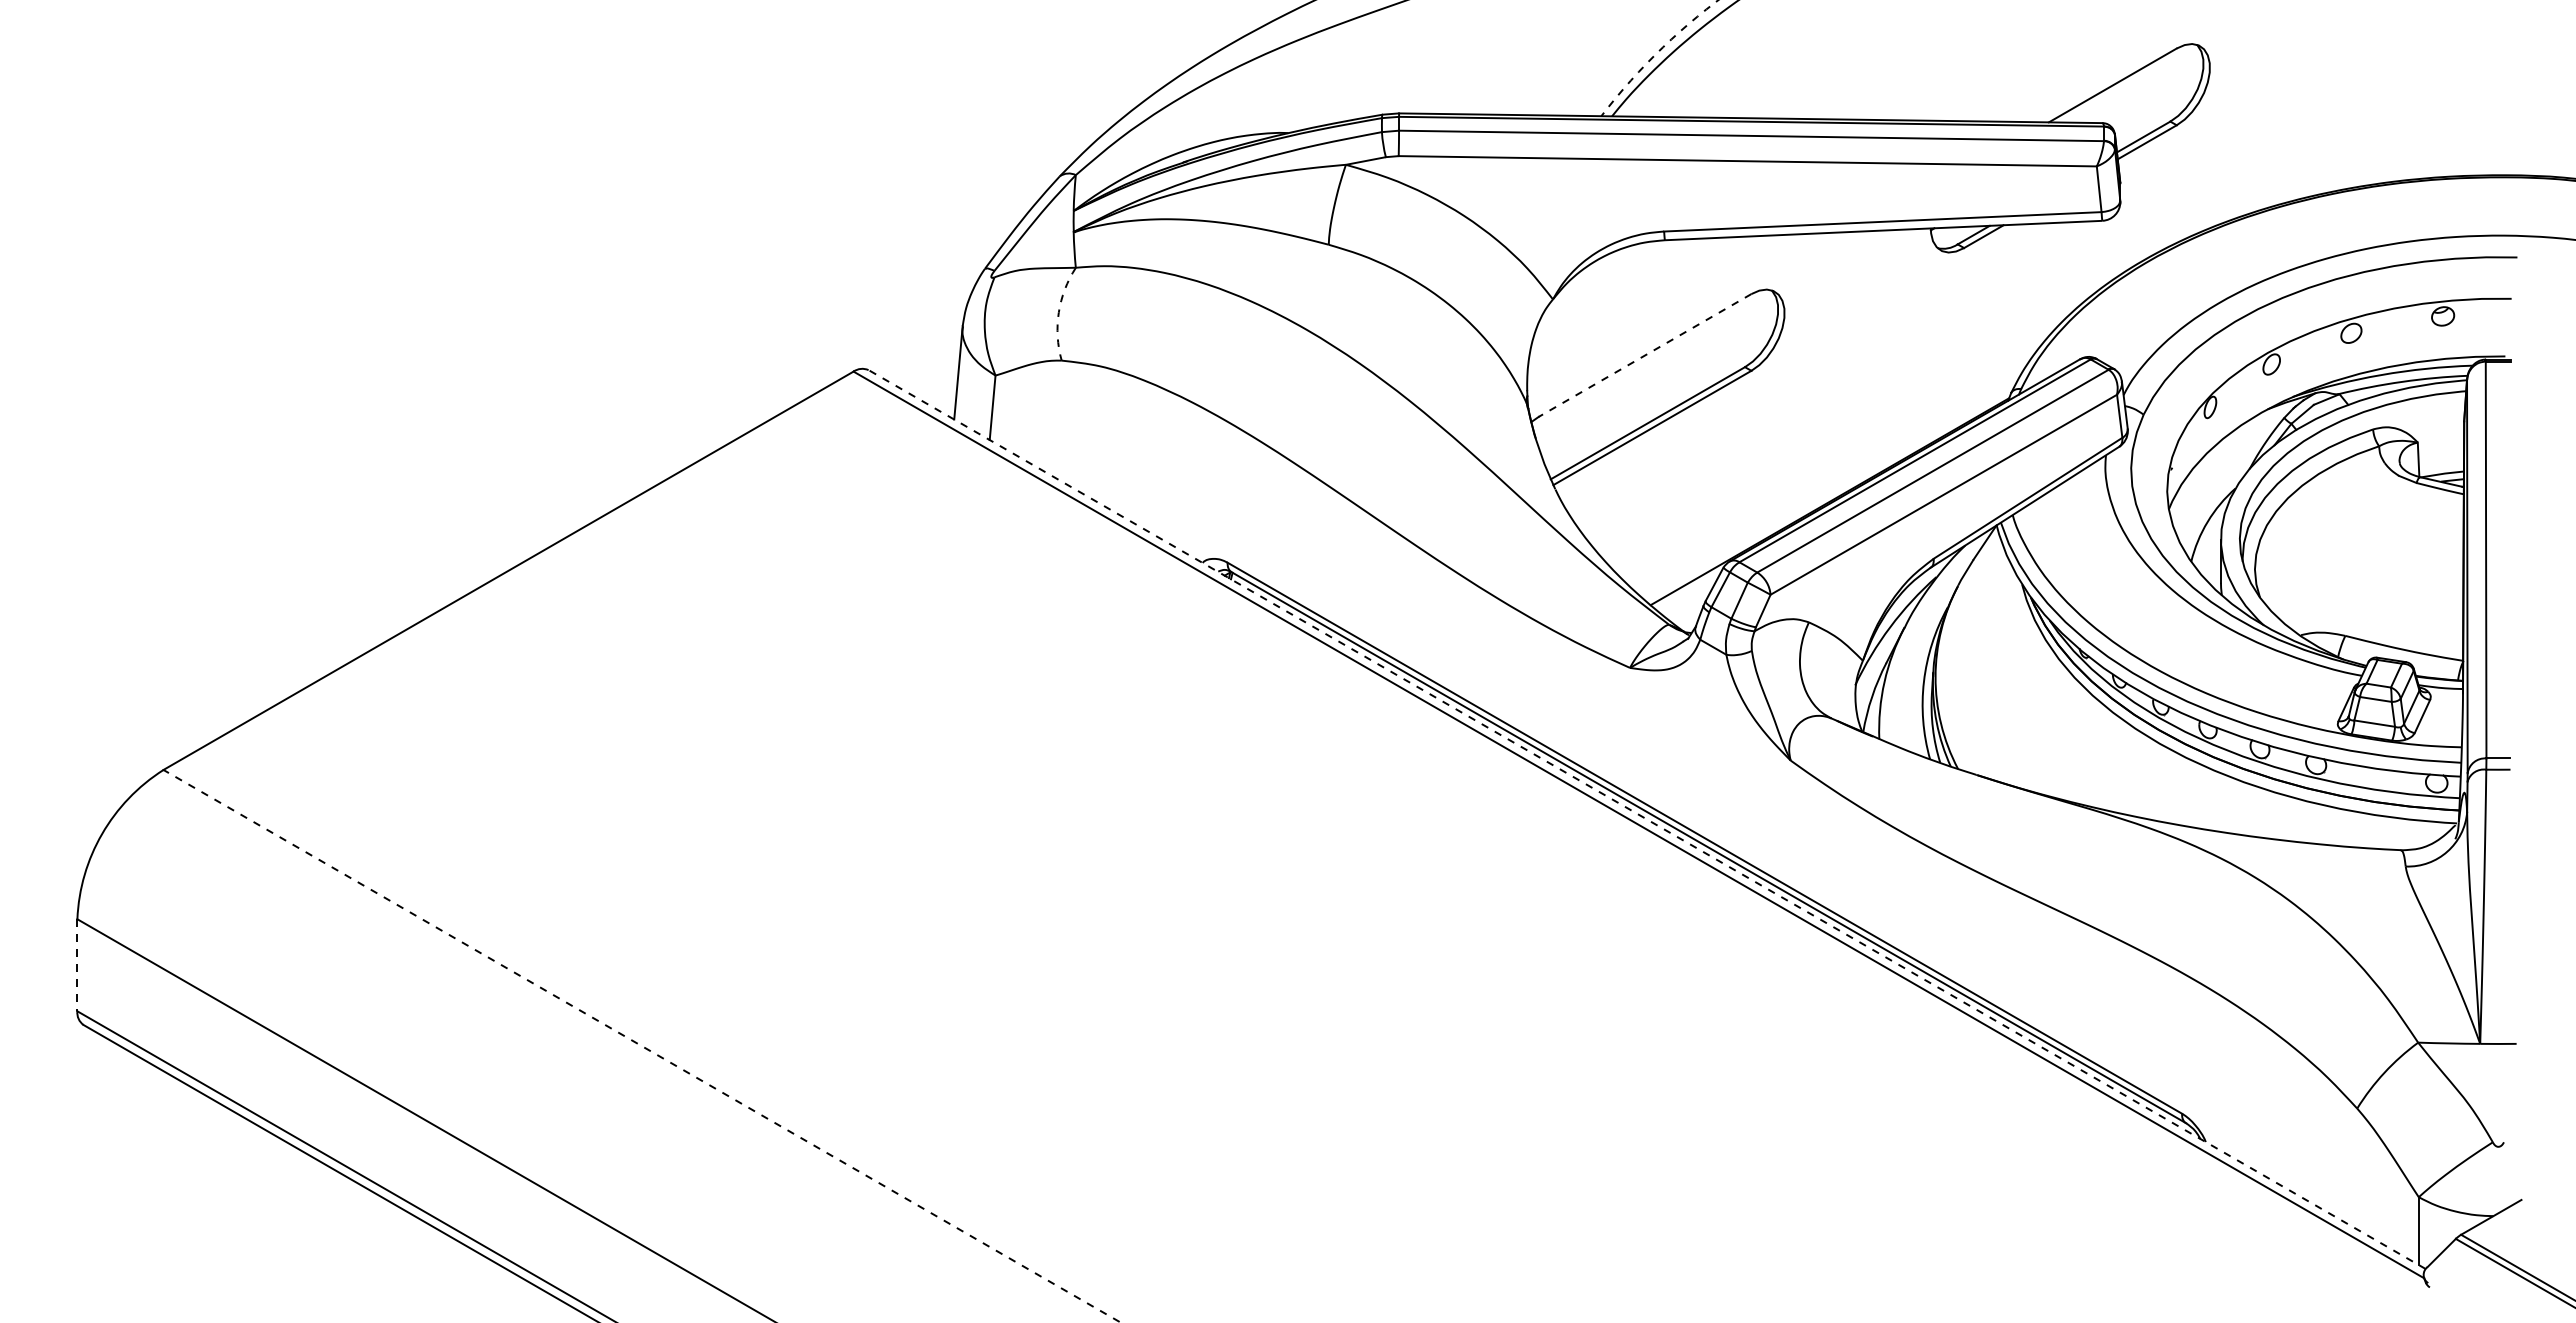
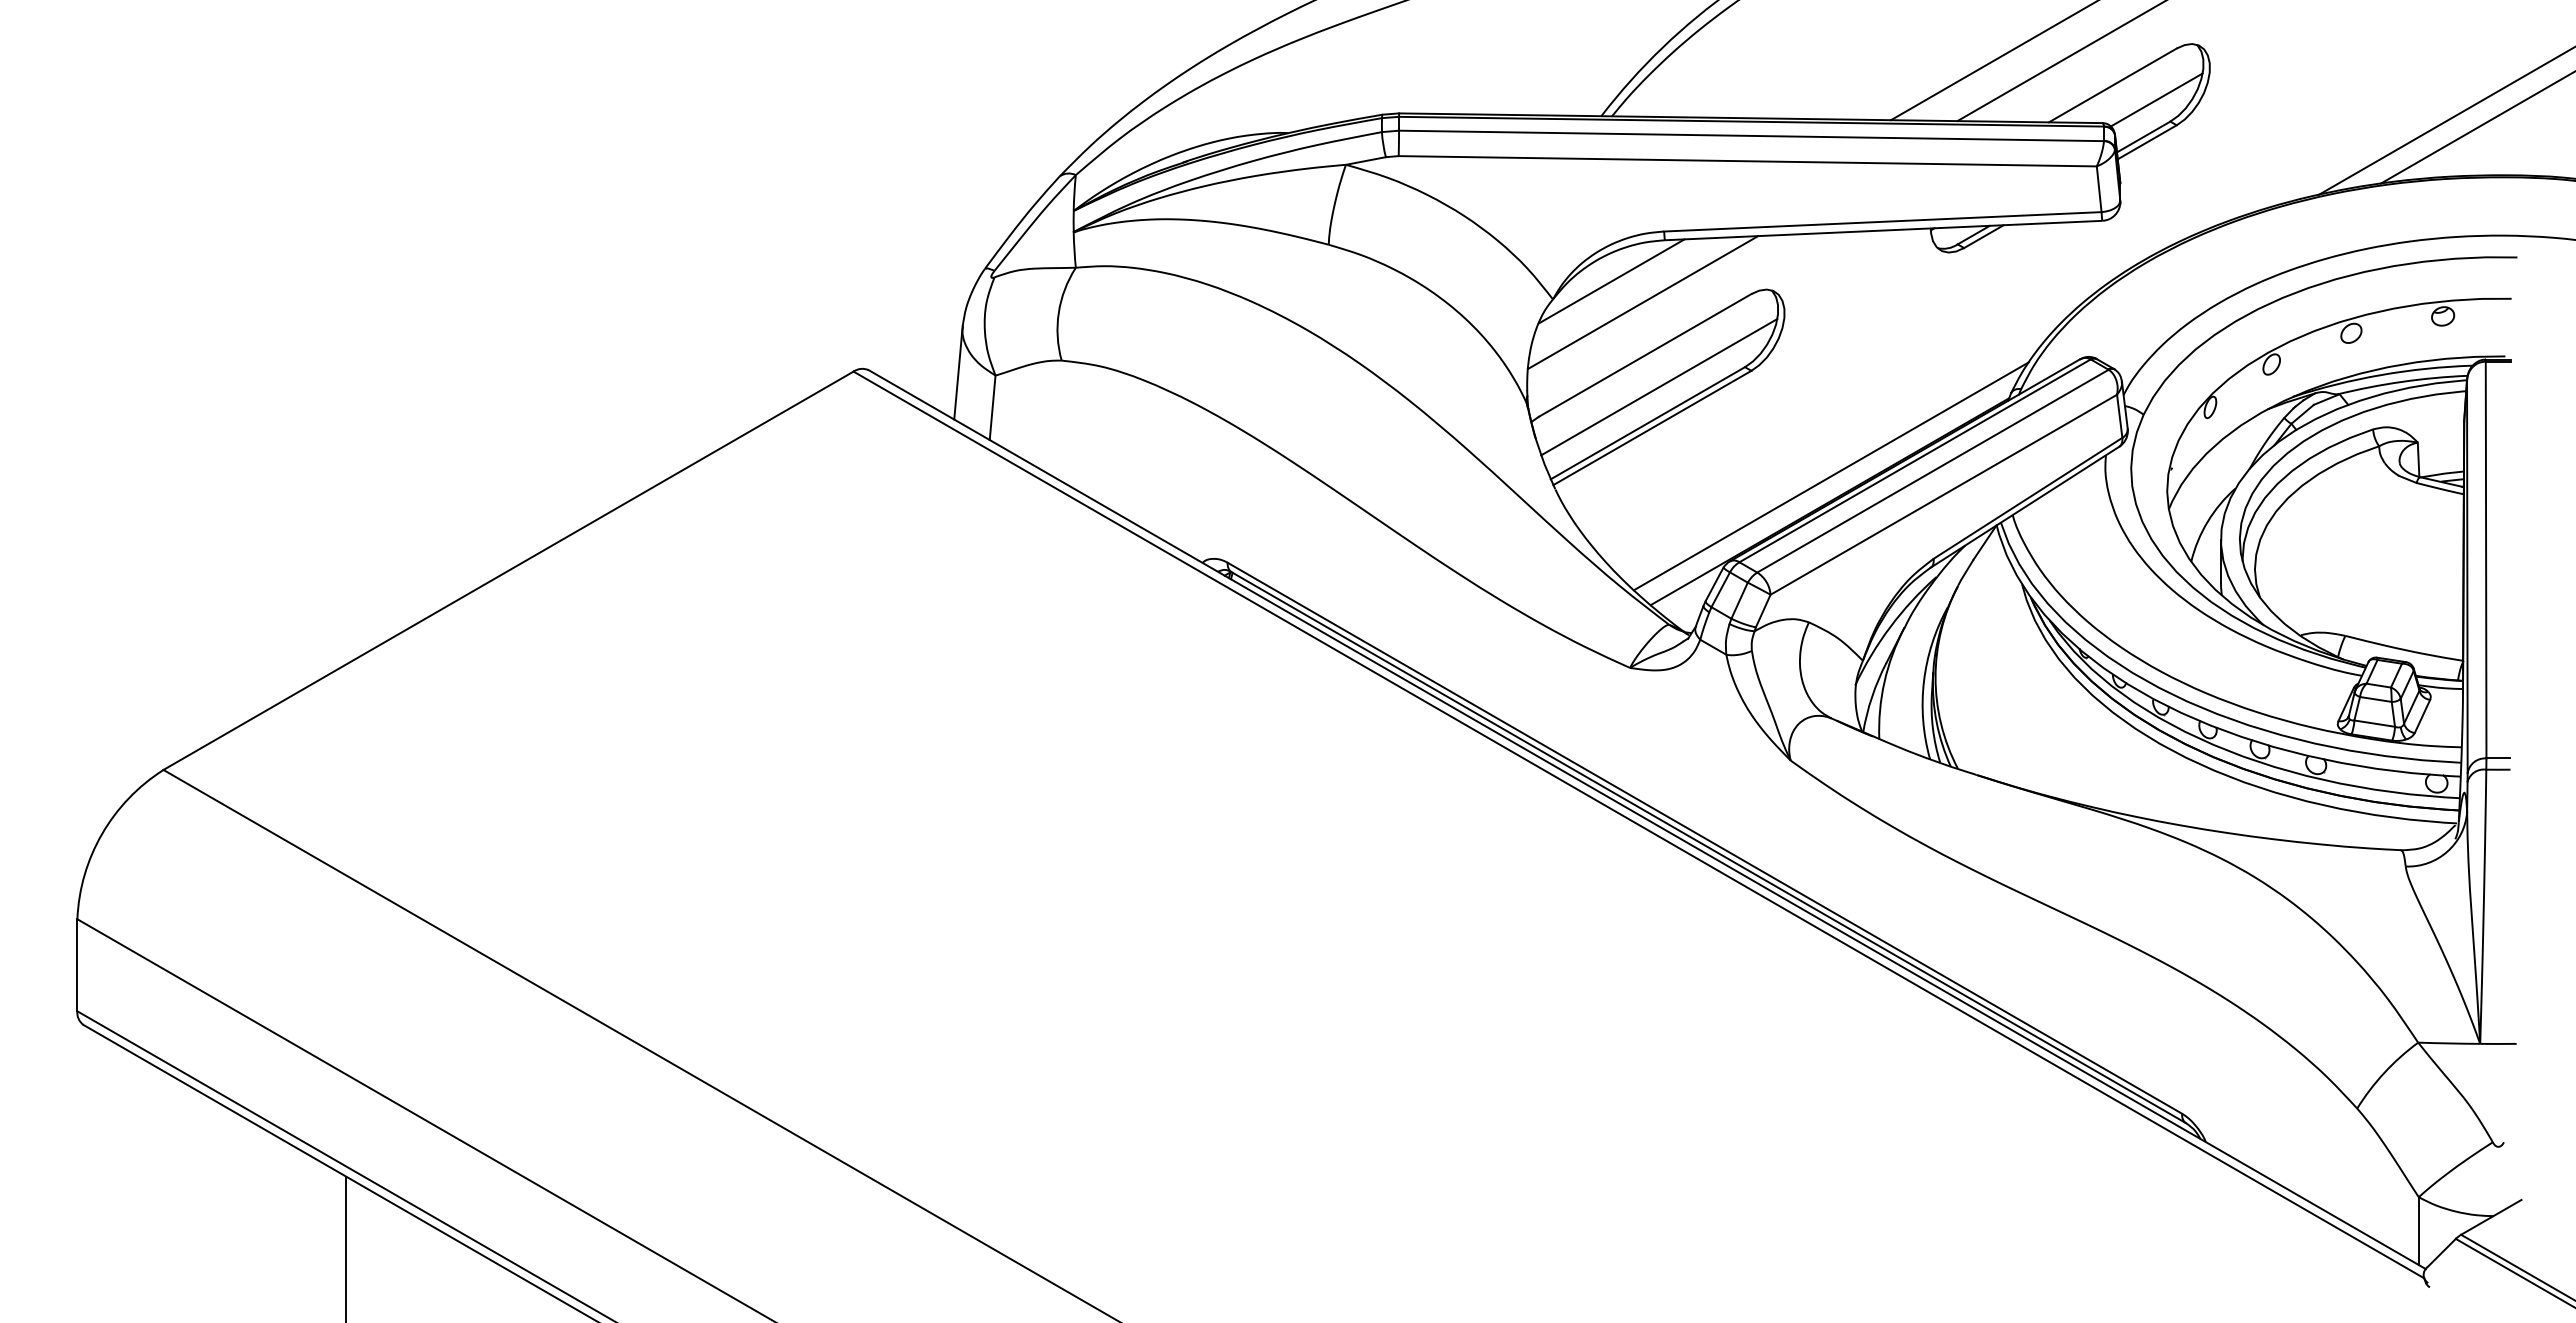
arc at (1656, 54): dashed -> solid
line at (1993, 61): none -> present
line at (2060, 61): none -> present
line at (2156, 99): none -> present
line at (2445, 121): none -> present
line at (2476, 128): none -> present
line at (1611, 281): none -> present
line at (1642, 302): none -> present
arc at (1058, 312): dashed -> solid
line at (1645, 355): dashed -> solid
line at (1659, 387): none -> present
line at (1830, 476): none -> present
line at (1646, 819): dashed -> solid
line at (77, 965): dashed -> solid
line at (642, 1046): dashed -> solid
line at (346, 1247): none -> present
